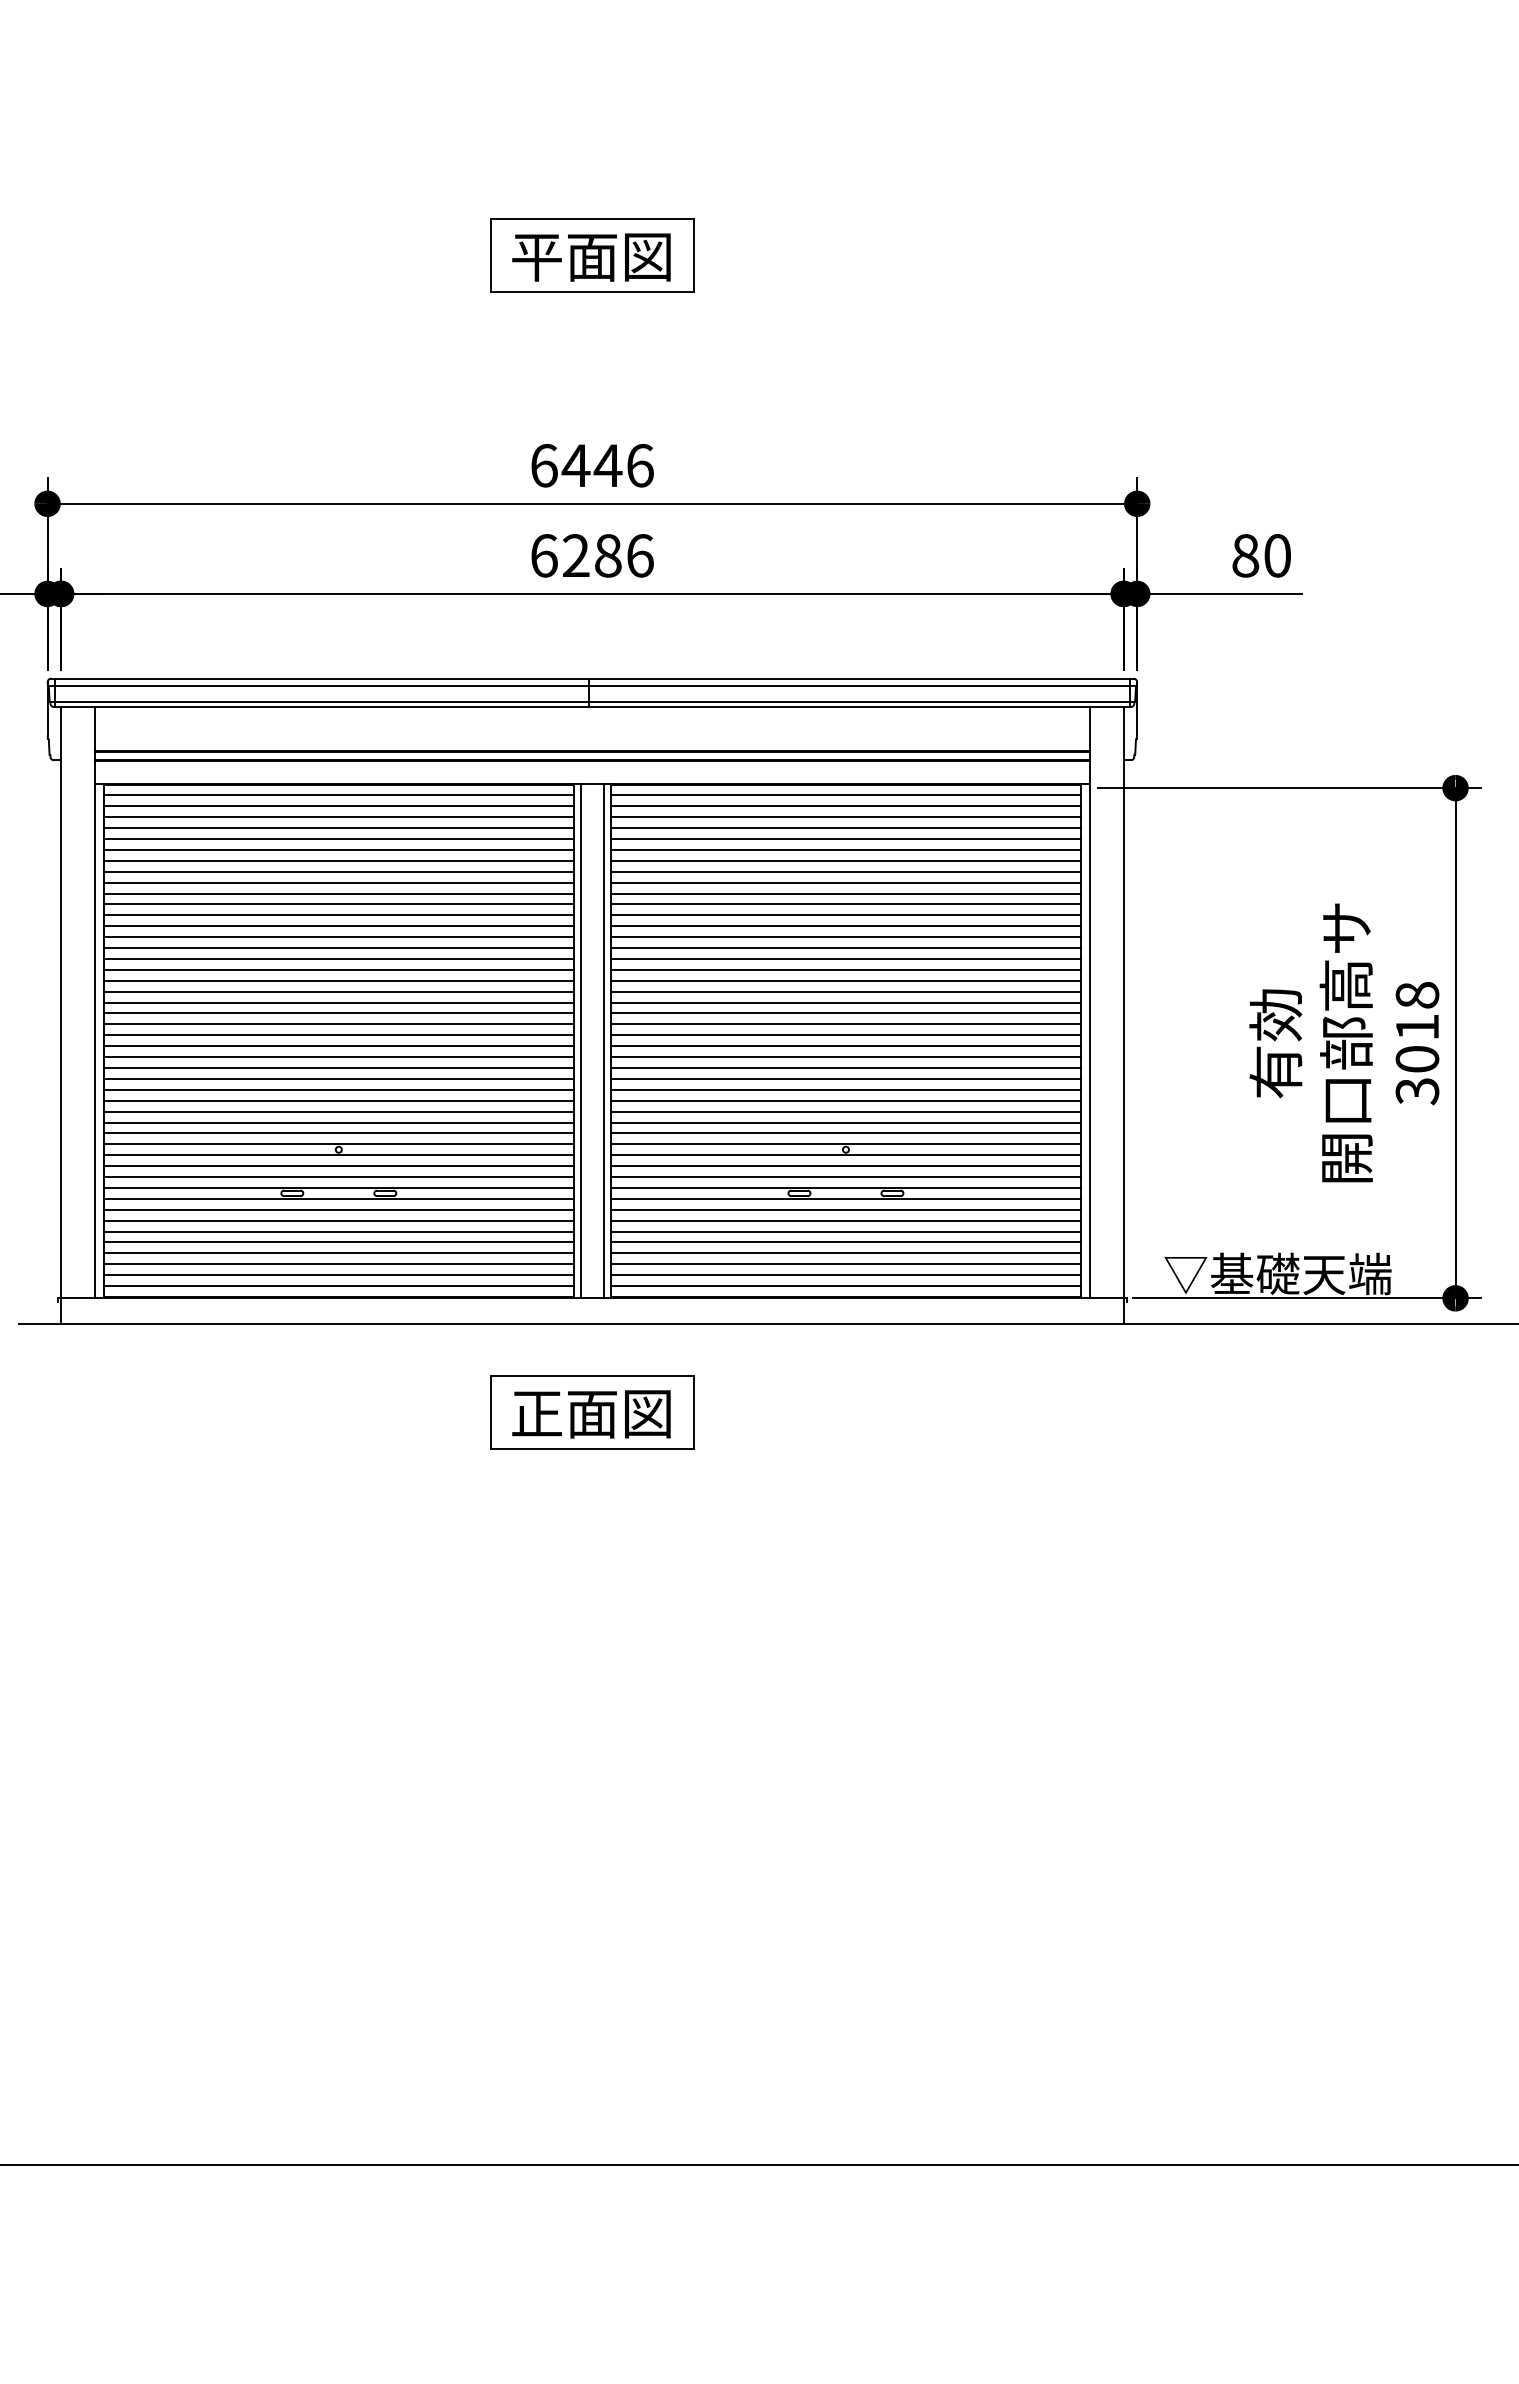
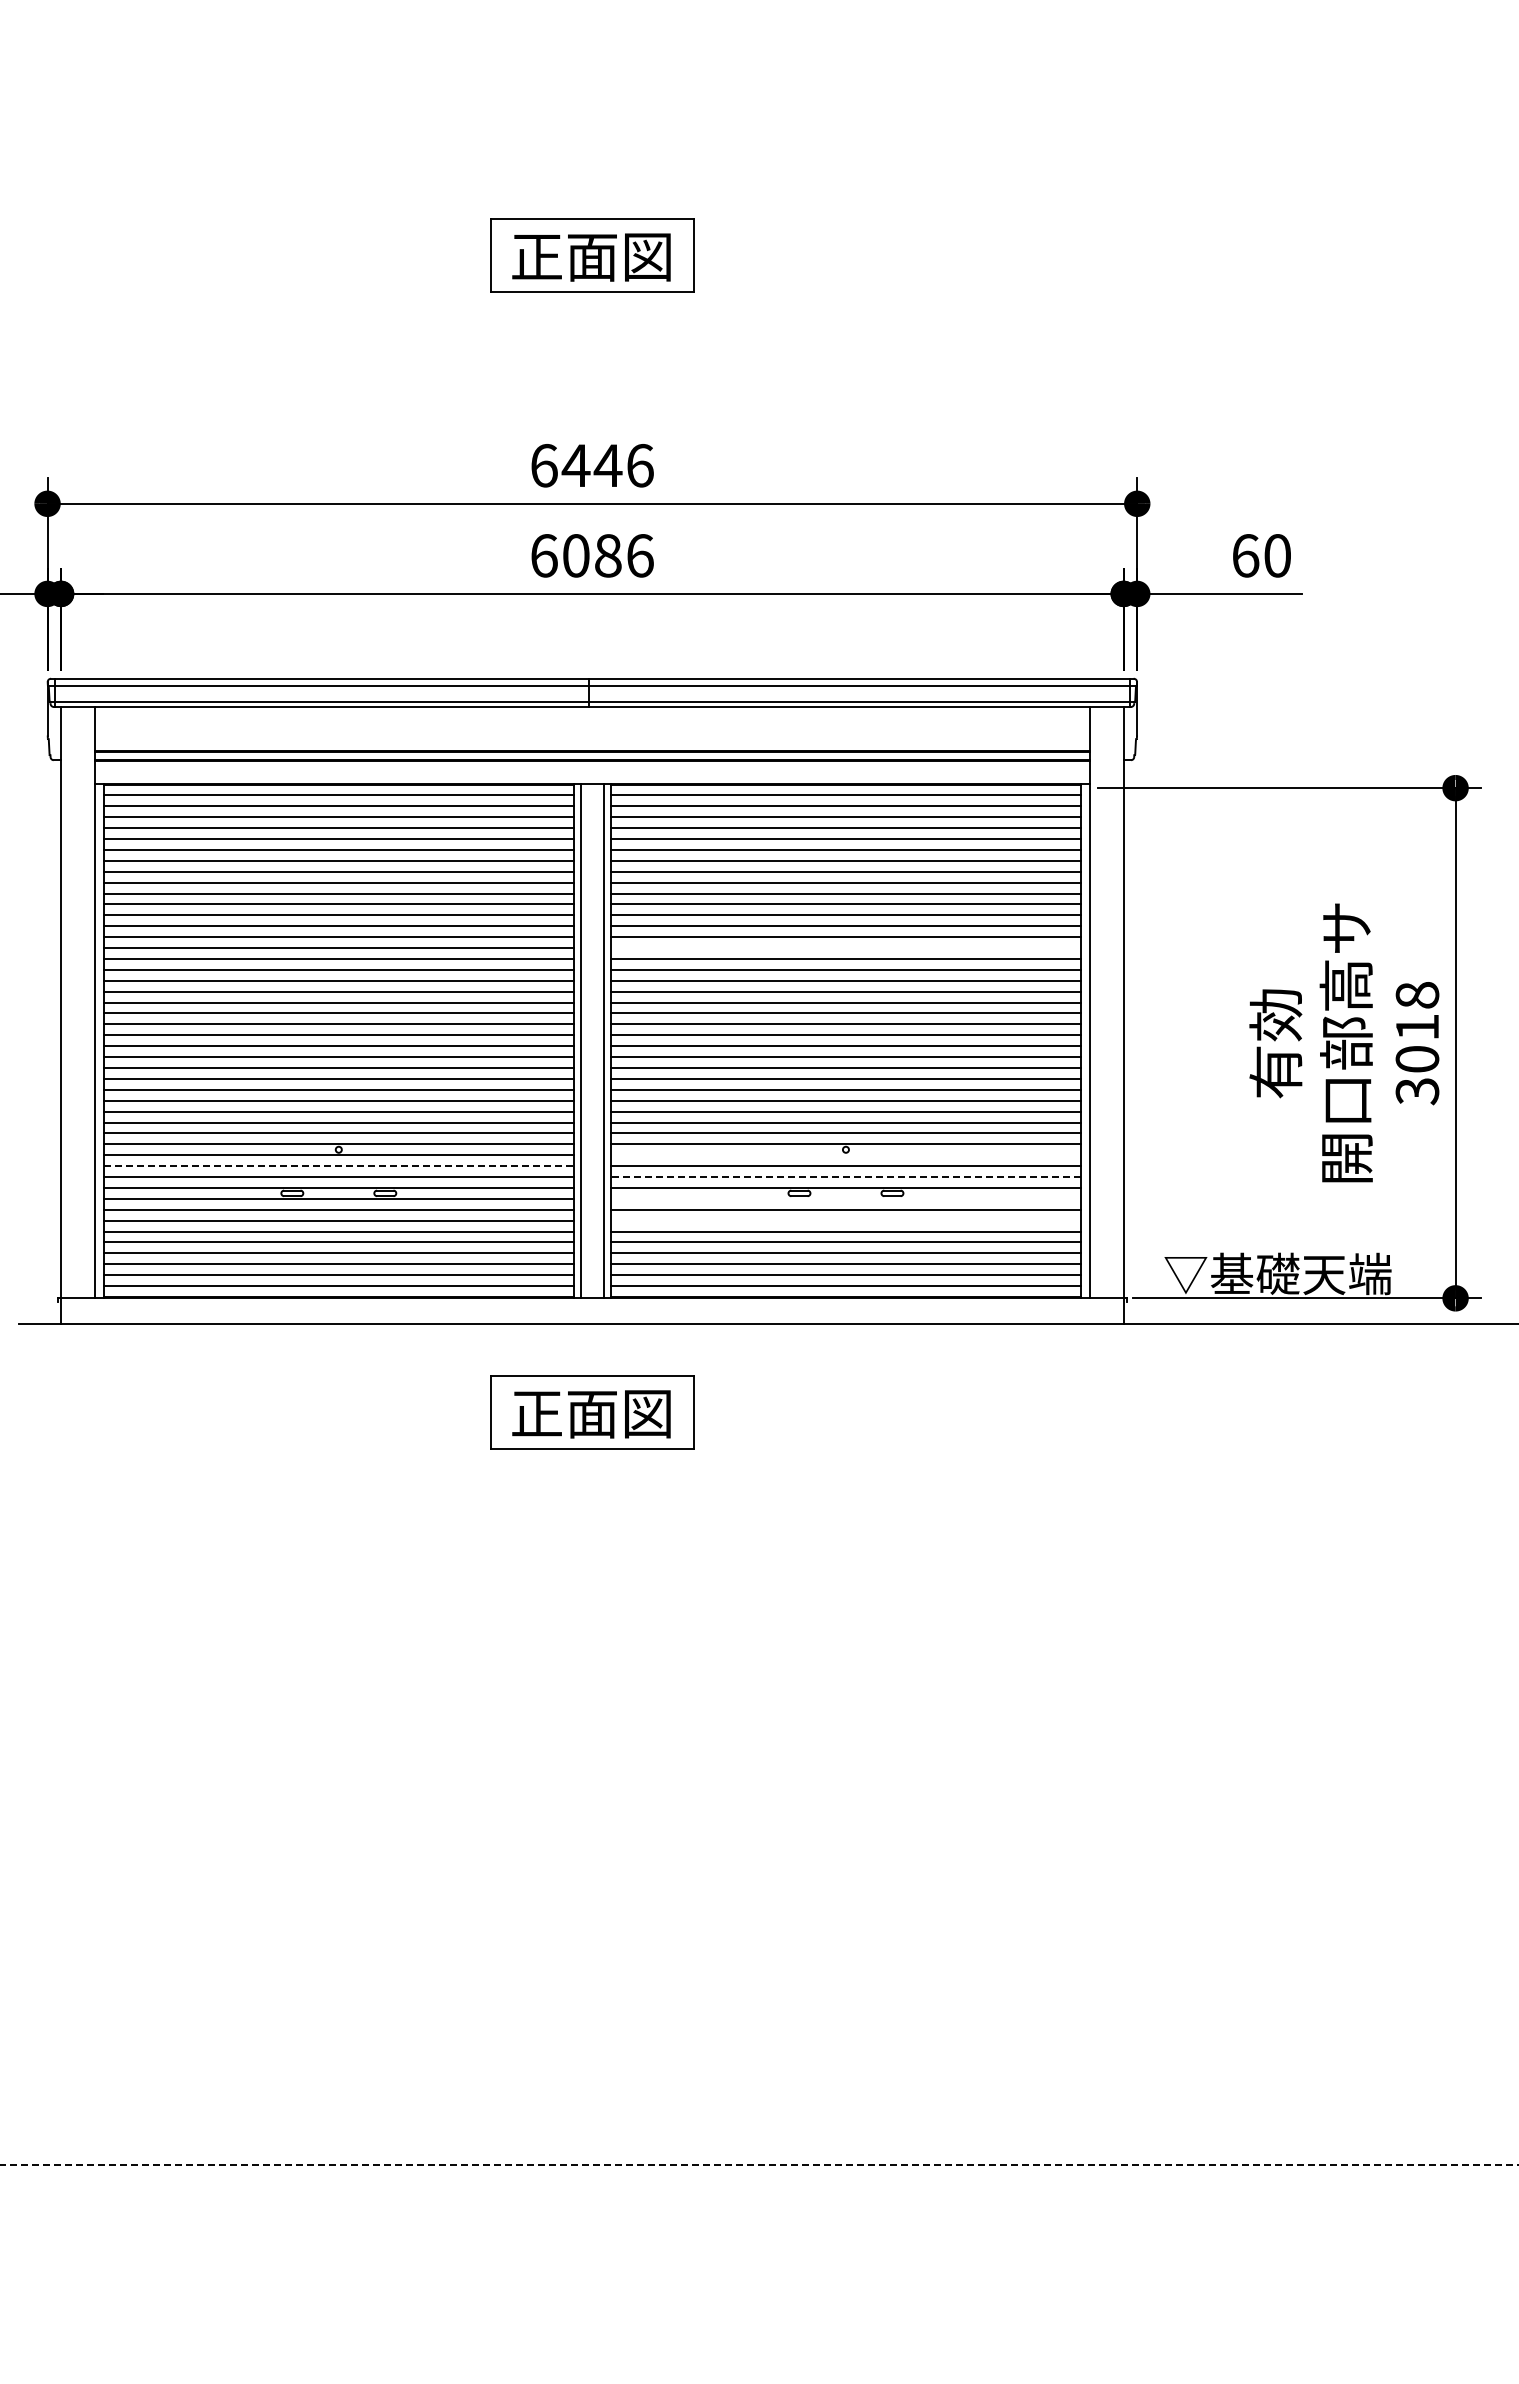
text at (536, 257): 平面図 -> 正面図
text at (576, 555): 6286 -> 6086
text at (1245, 555): 80 -> 60
line at (845, 948): present -> none
line at (845, 1155): present -> none
line at (338, 1166): solid -> dashed
line at (846, 1177): solid -> dashed
line at (845, 1198): present -> none
line at (845, 1220): present -> none
line at (760, 2165): solid -> dashed
